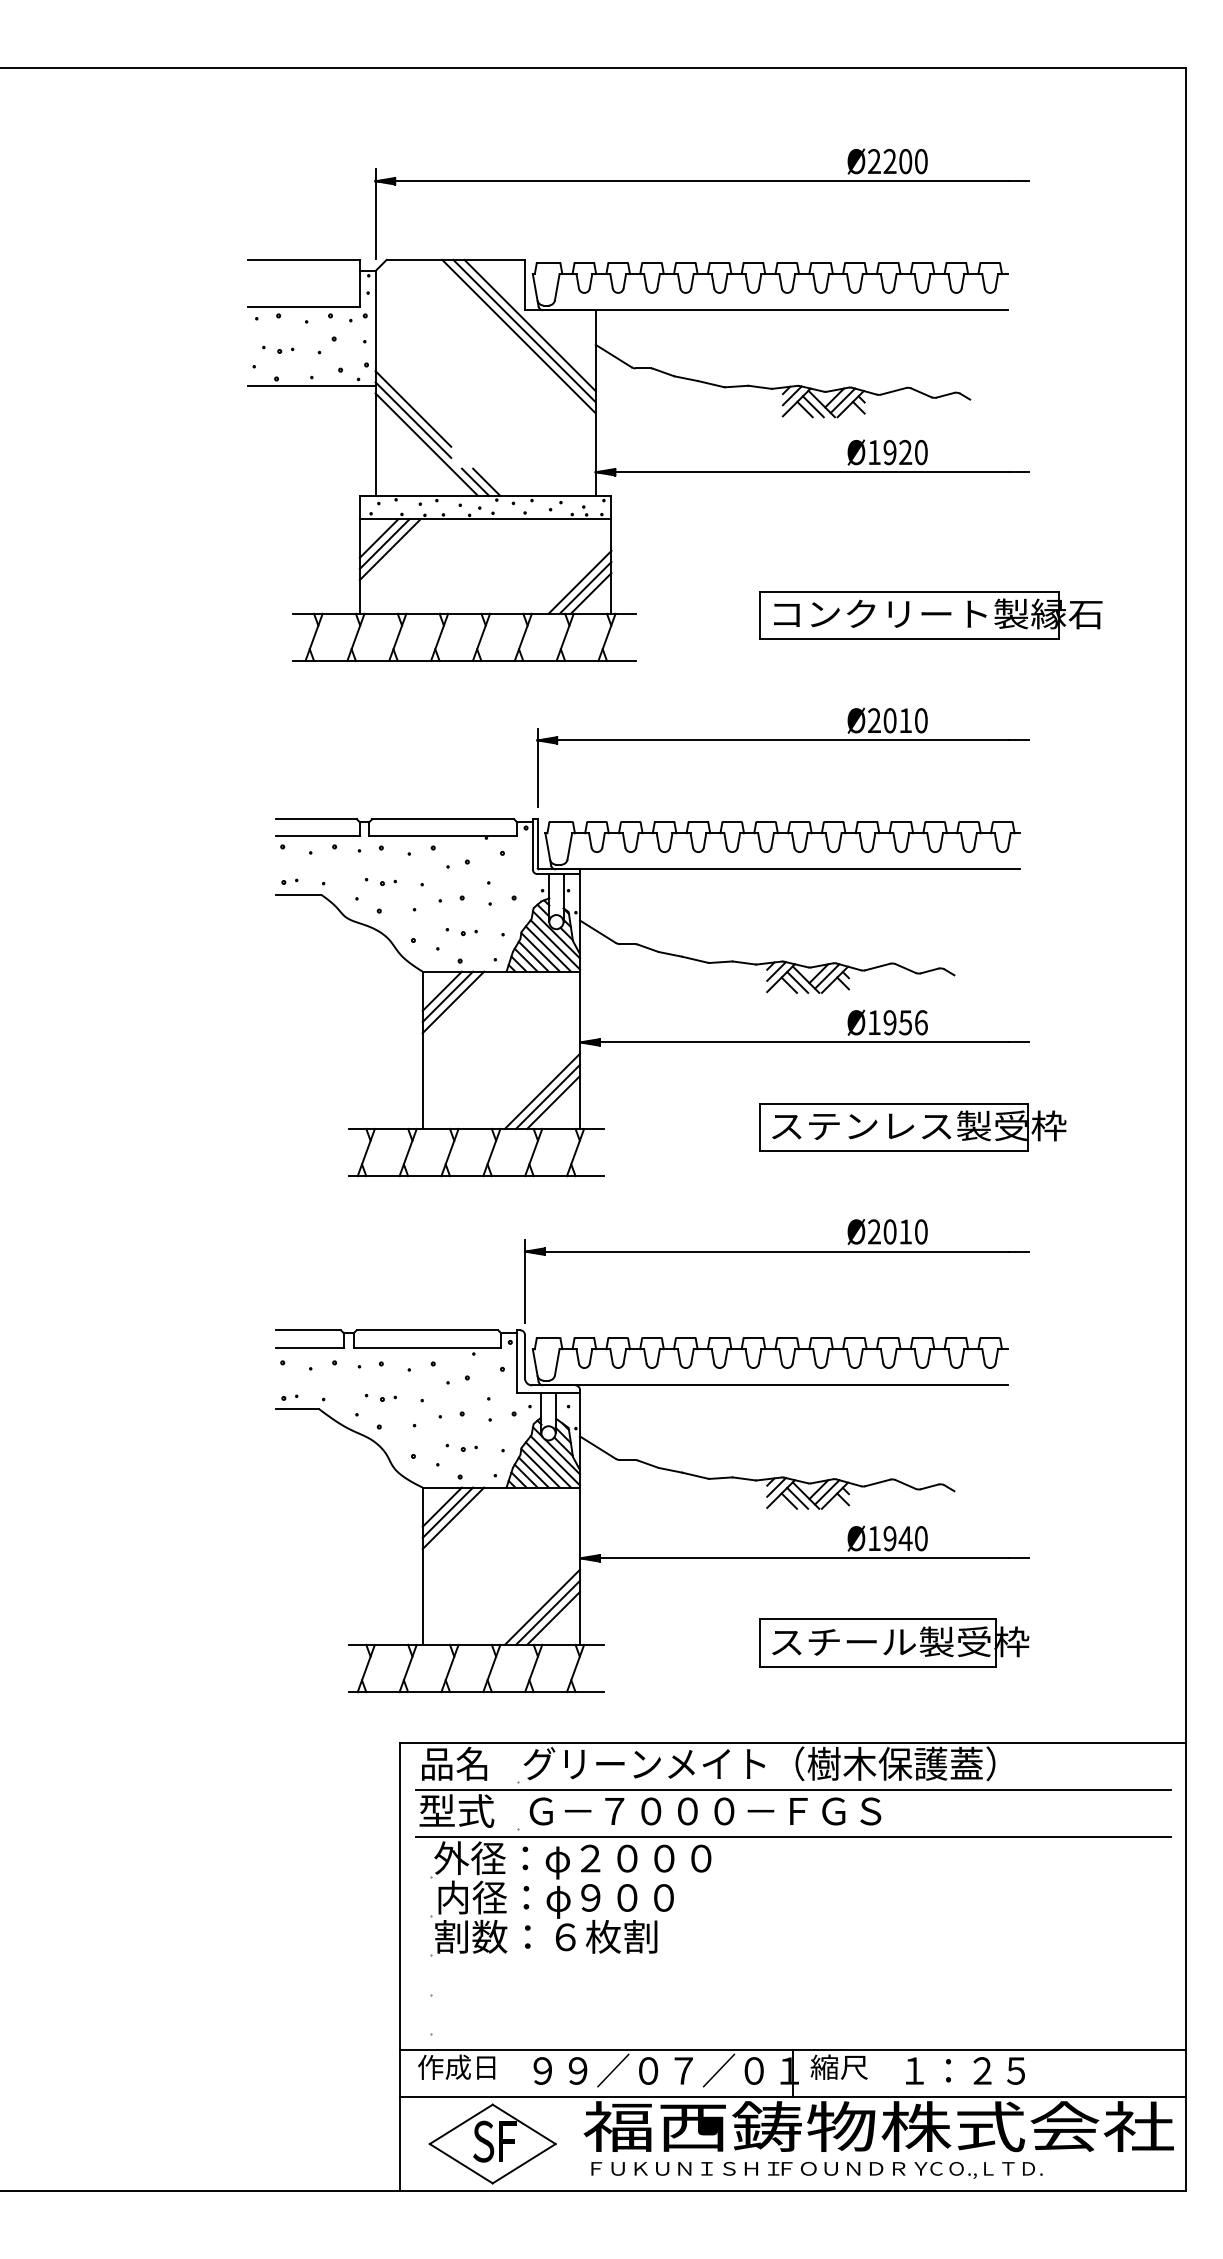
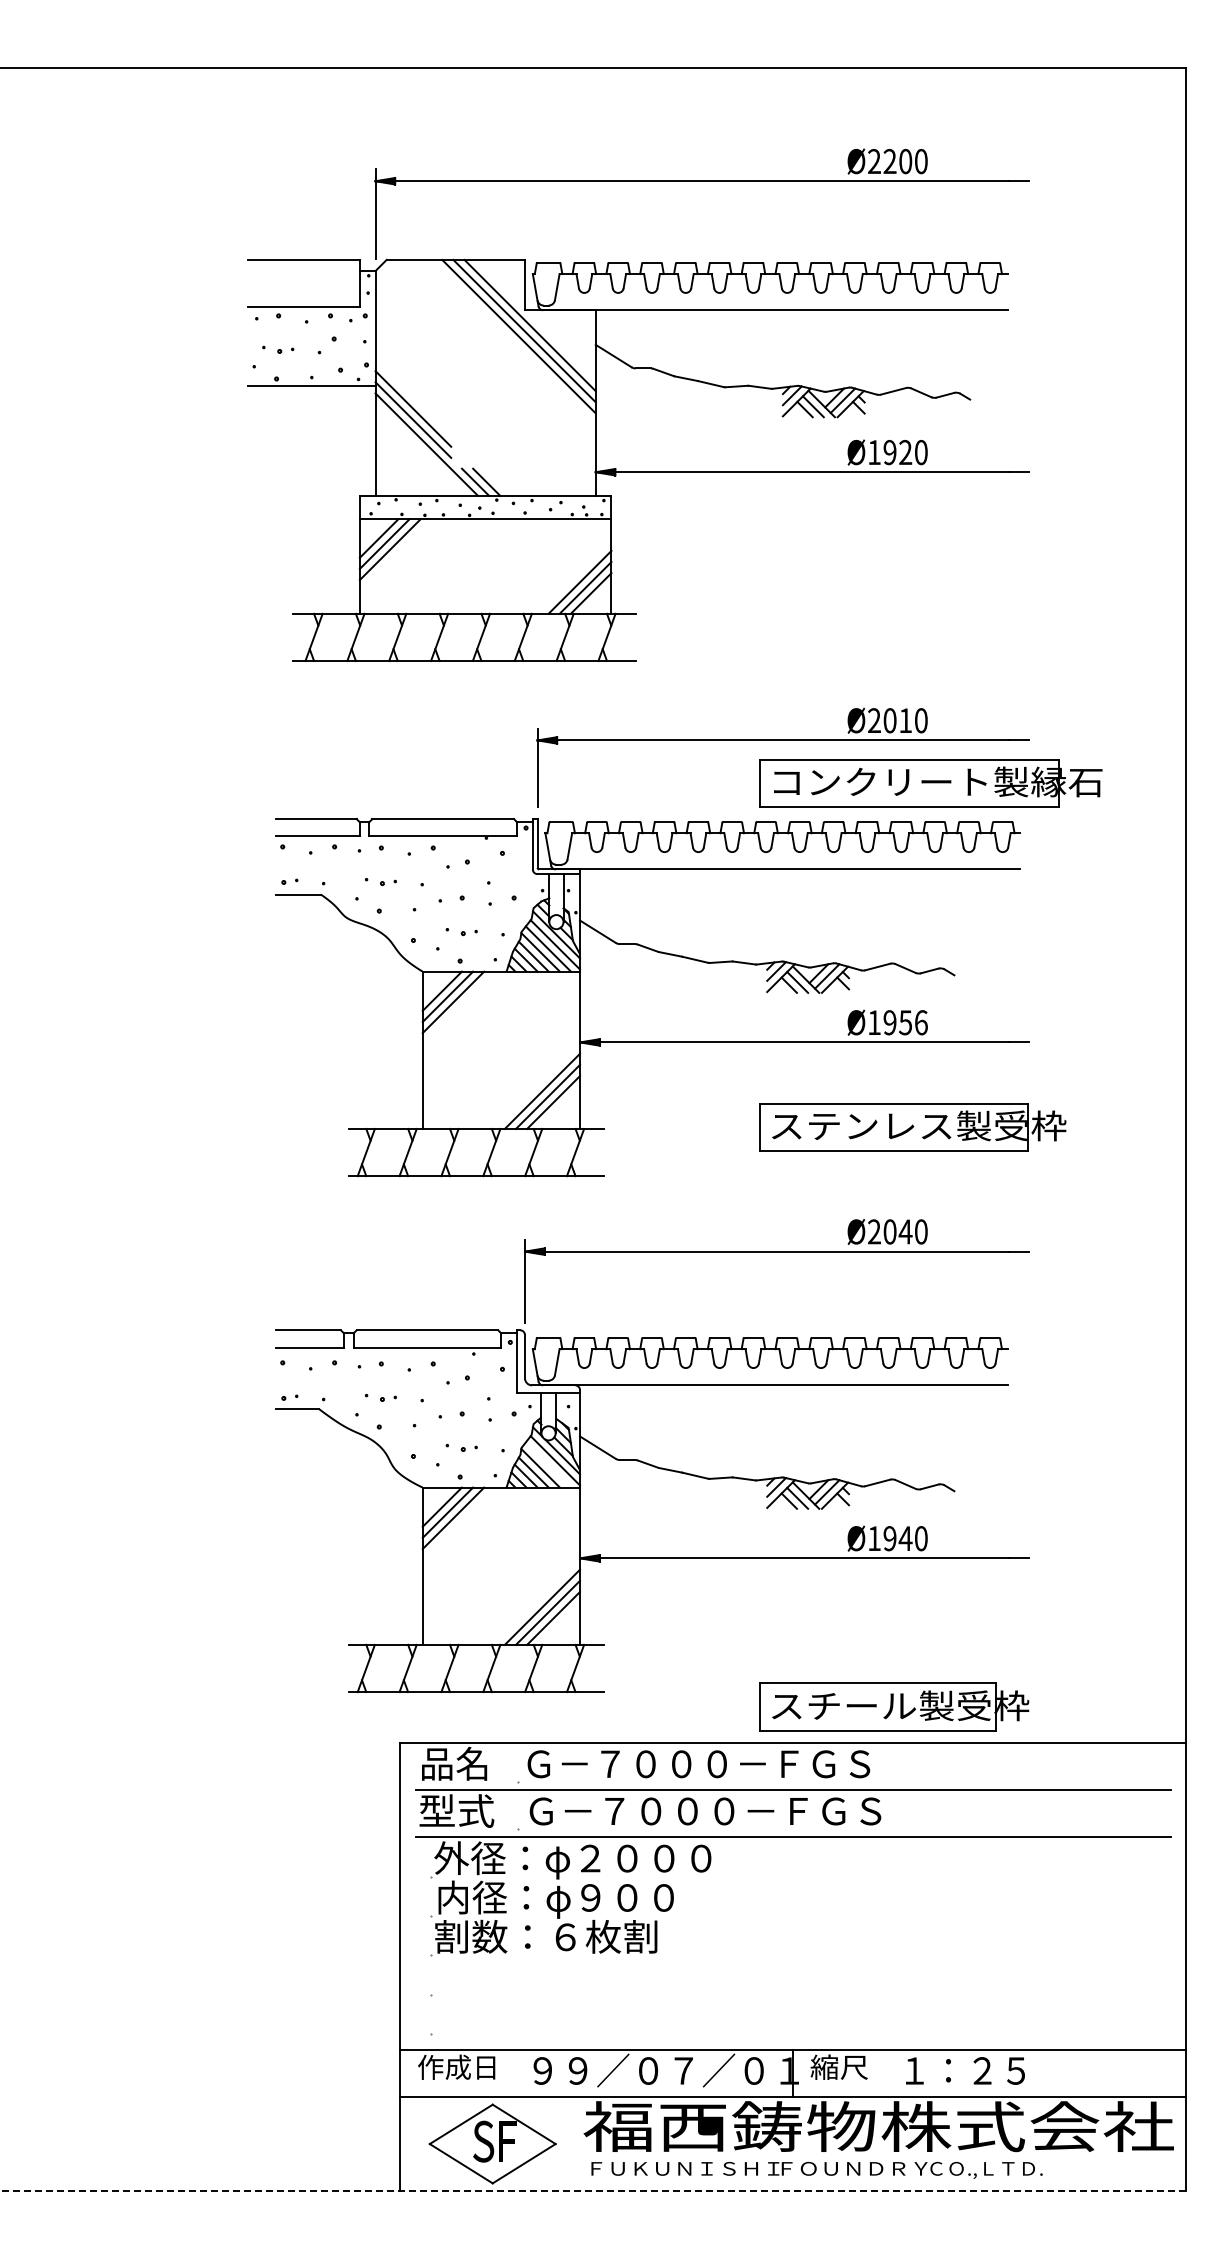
part at (930, 615) position: (930, 615) -> (930, 783)
text at (905, 1231): Ø2010 -> Ø2040
line at (548, 1464): present -> none
part at (894, 1642) position: (894, 1642) -> (894, 1706)
text at (759, 1763): グリーンメイト（樹木保護蓋） -> Ｇ－７０００－ＦＧＳ
line at (593, 2191): solid -> dashed
